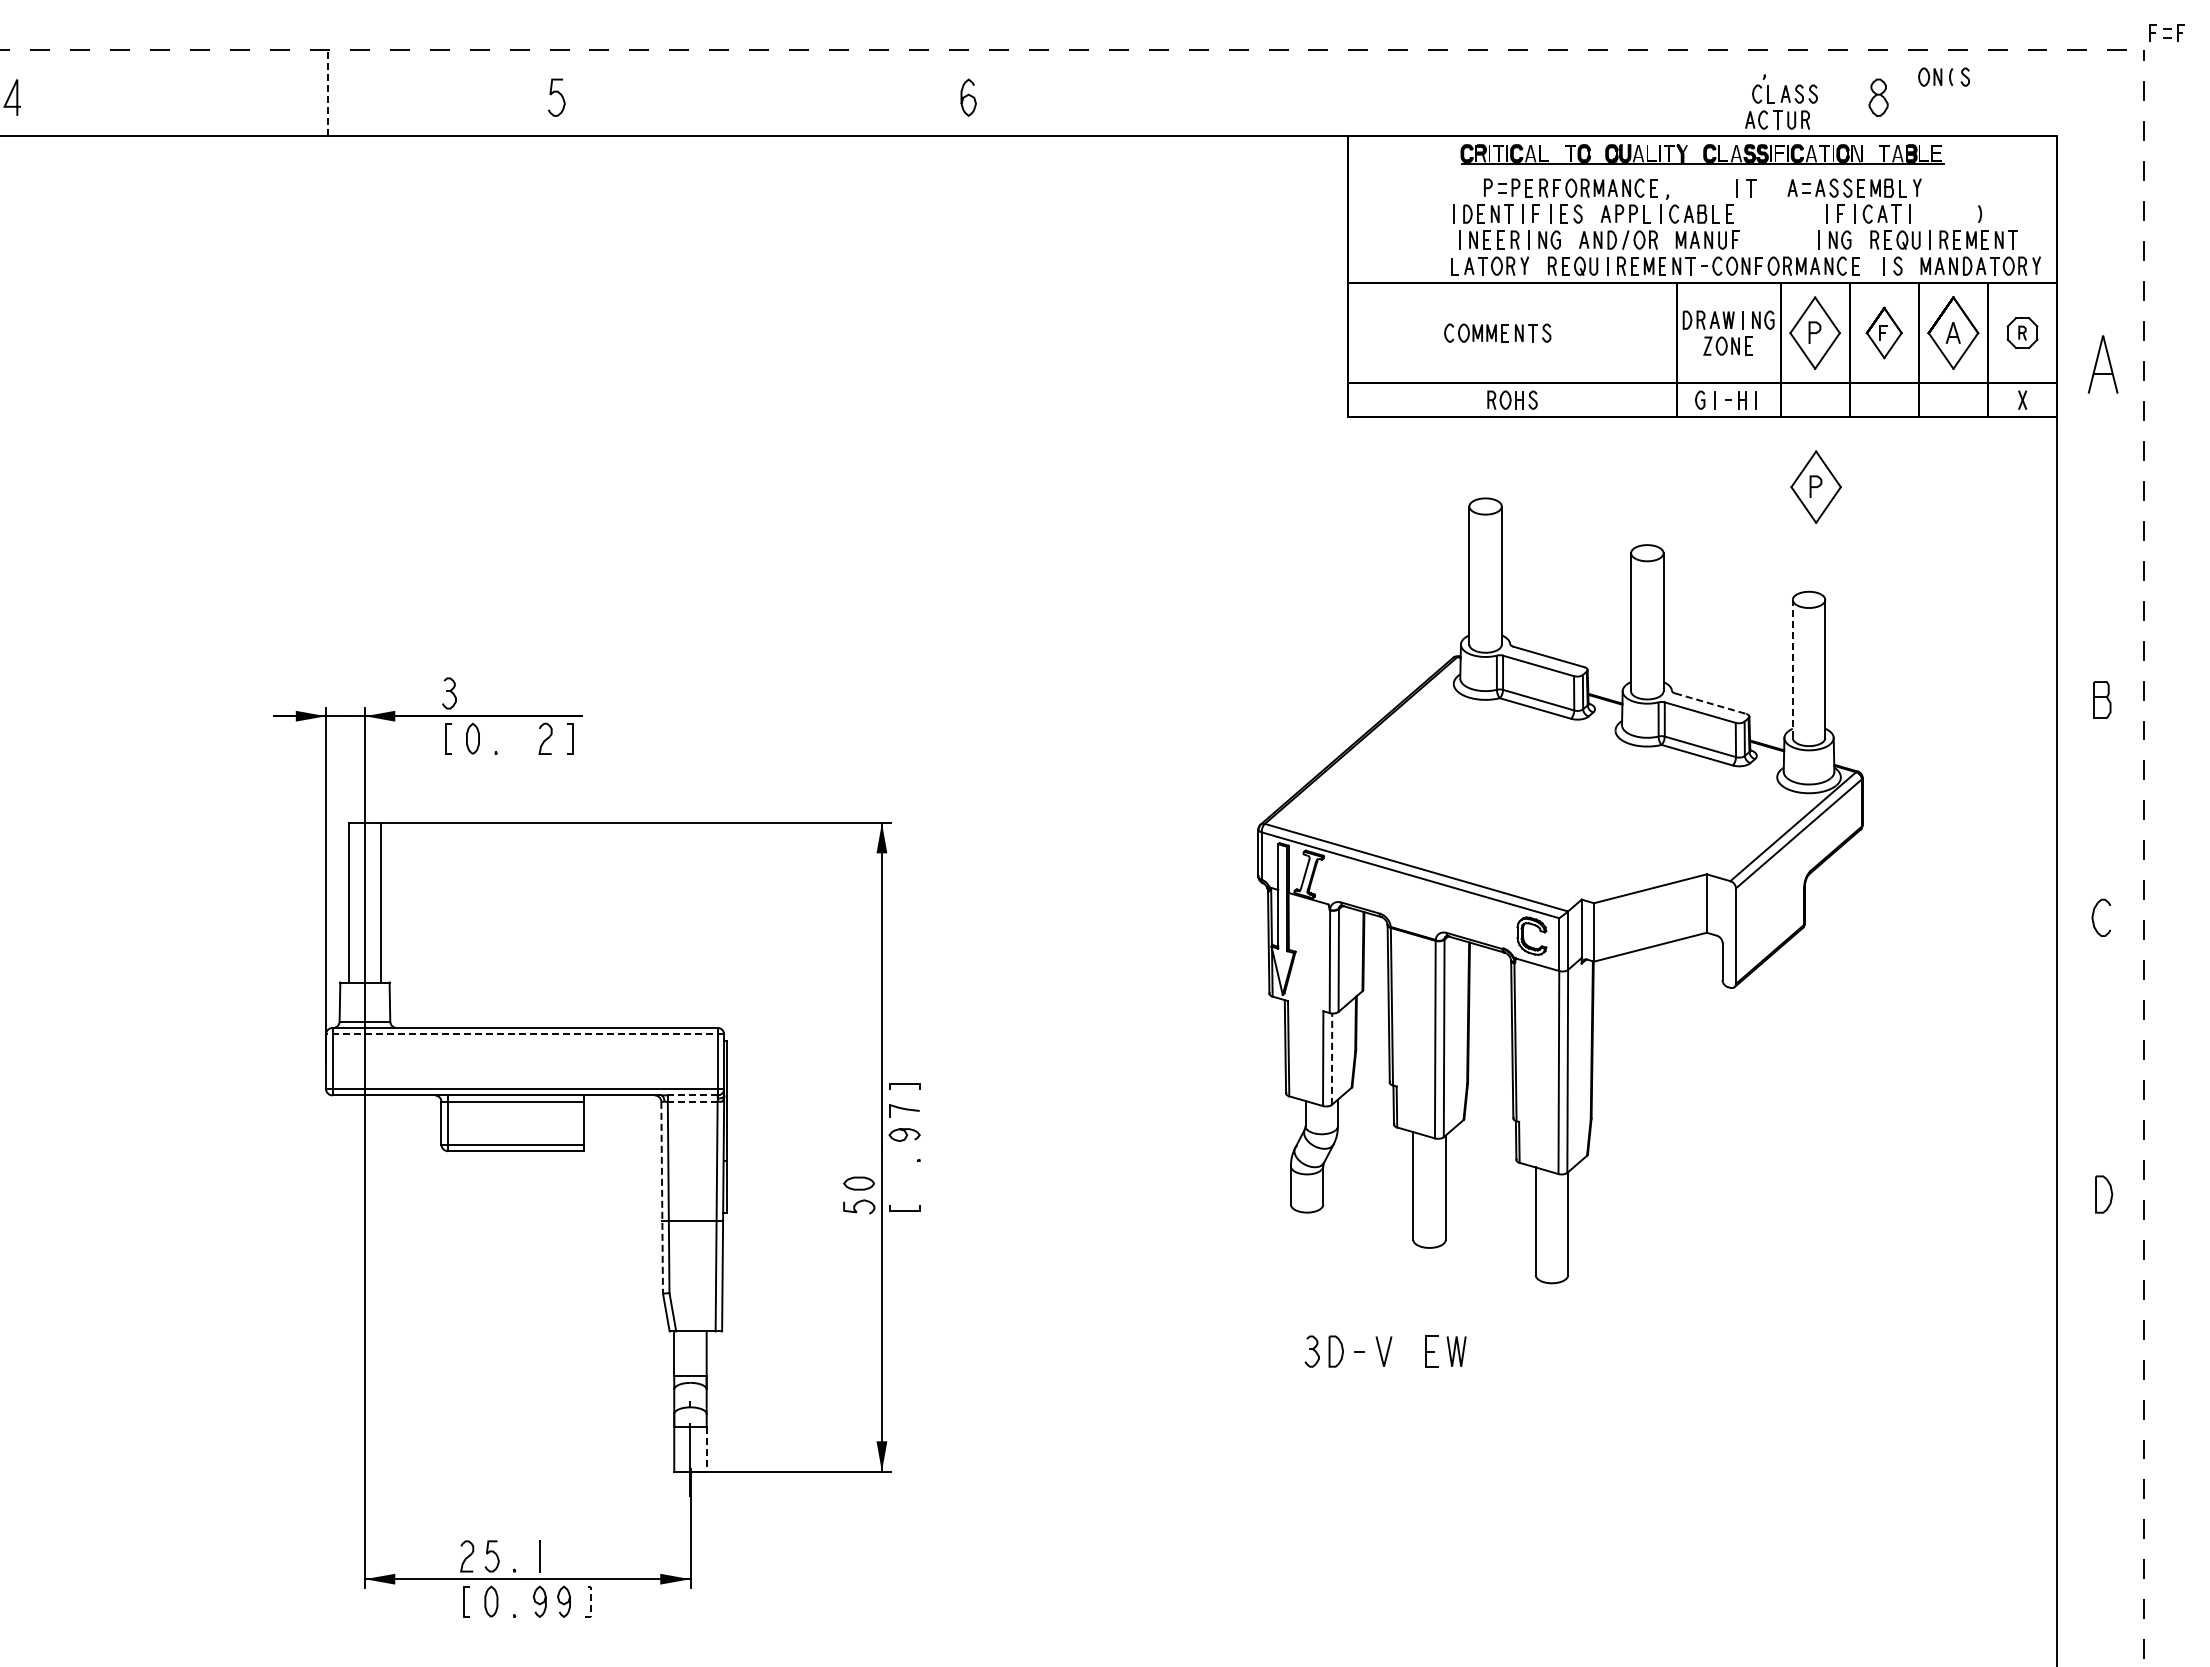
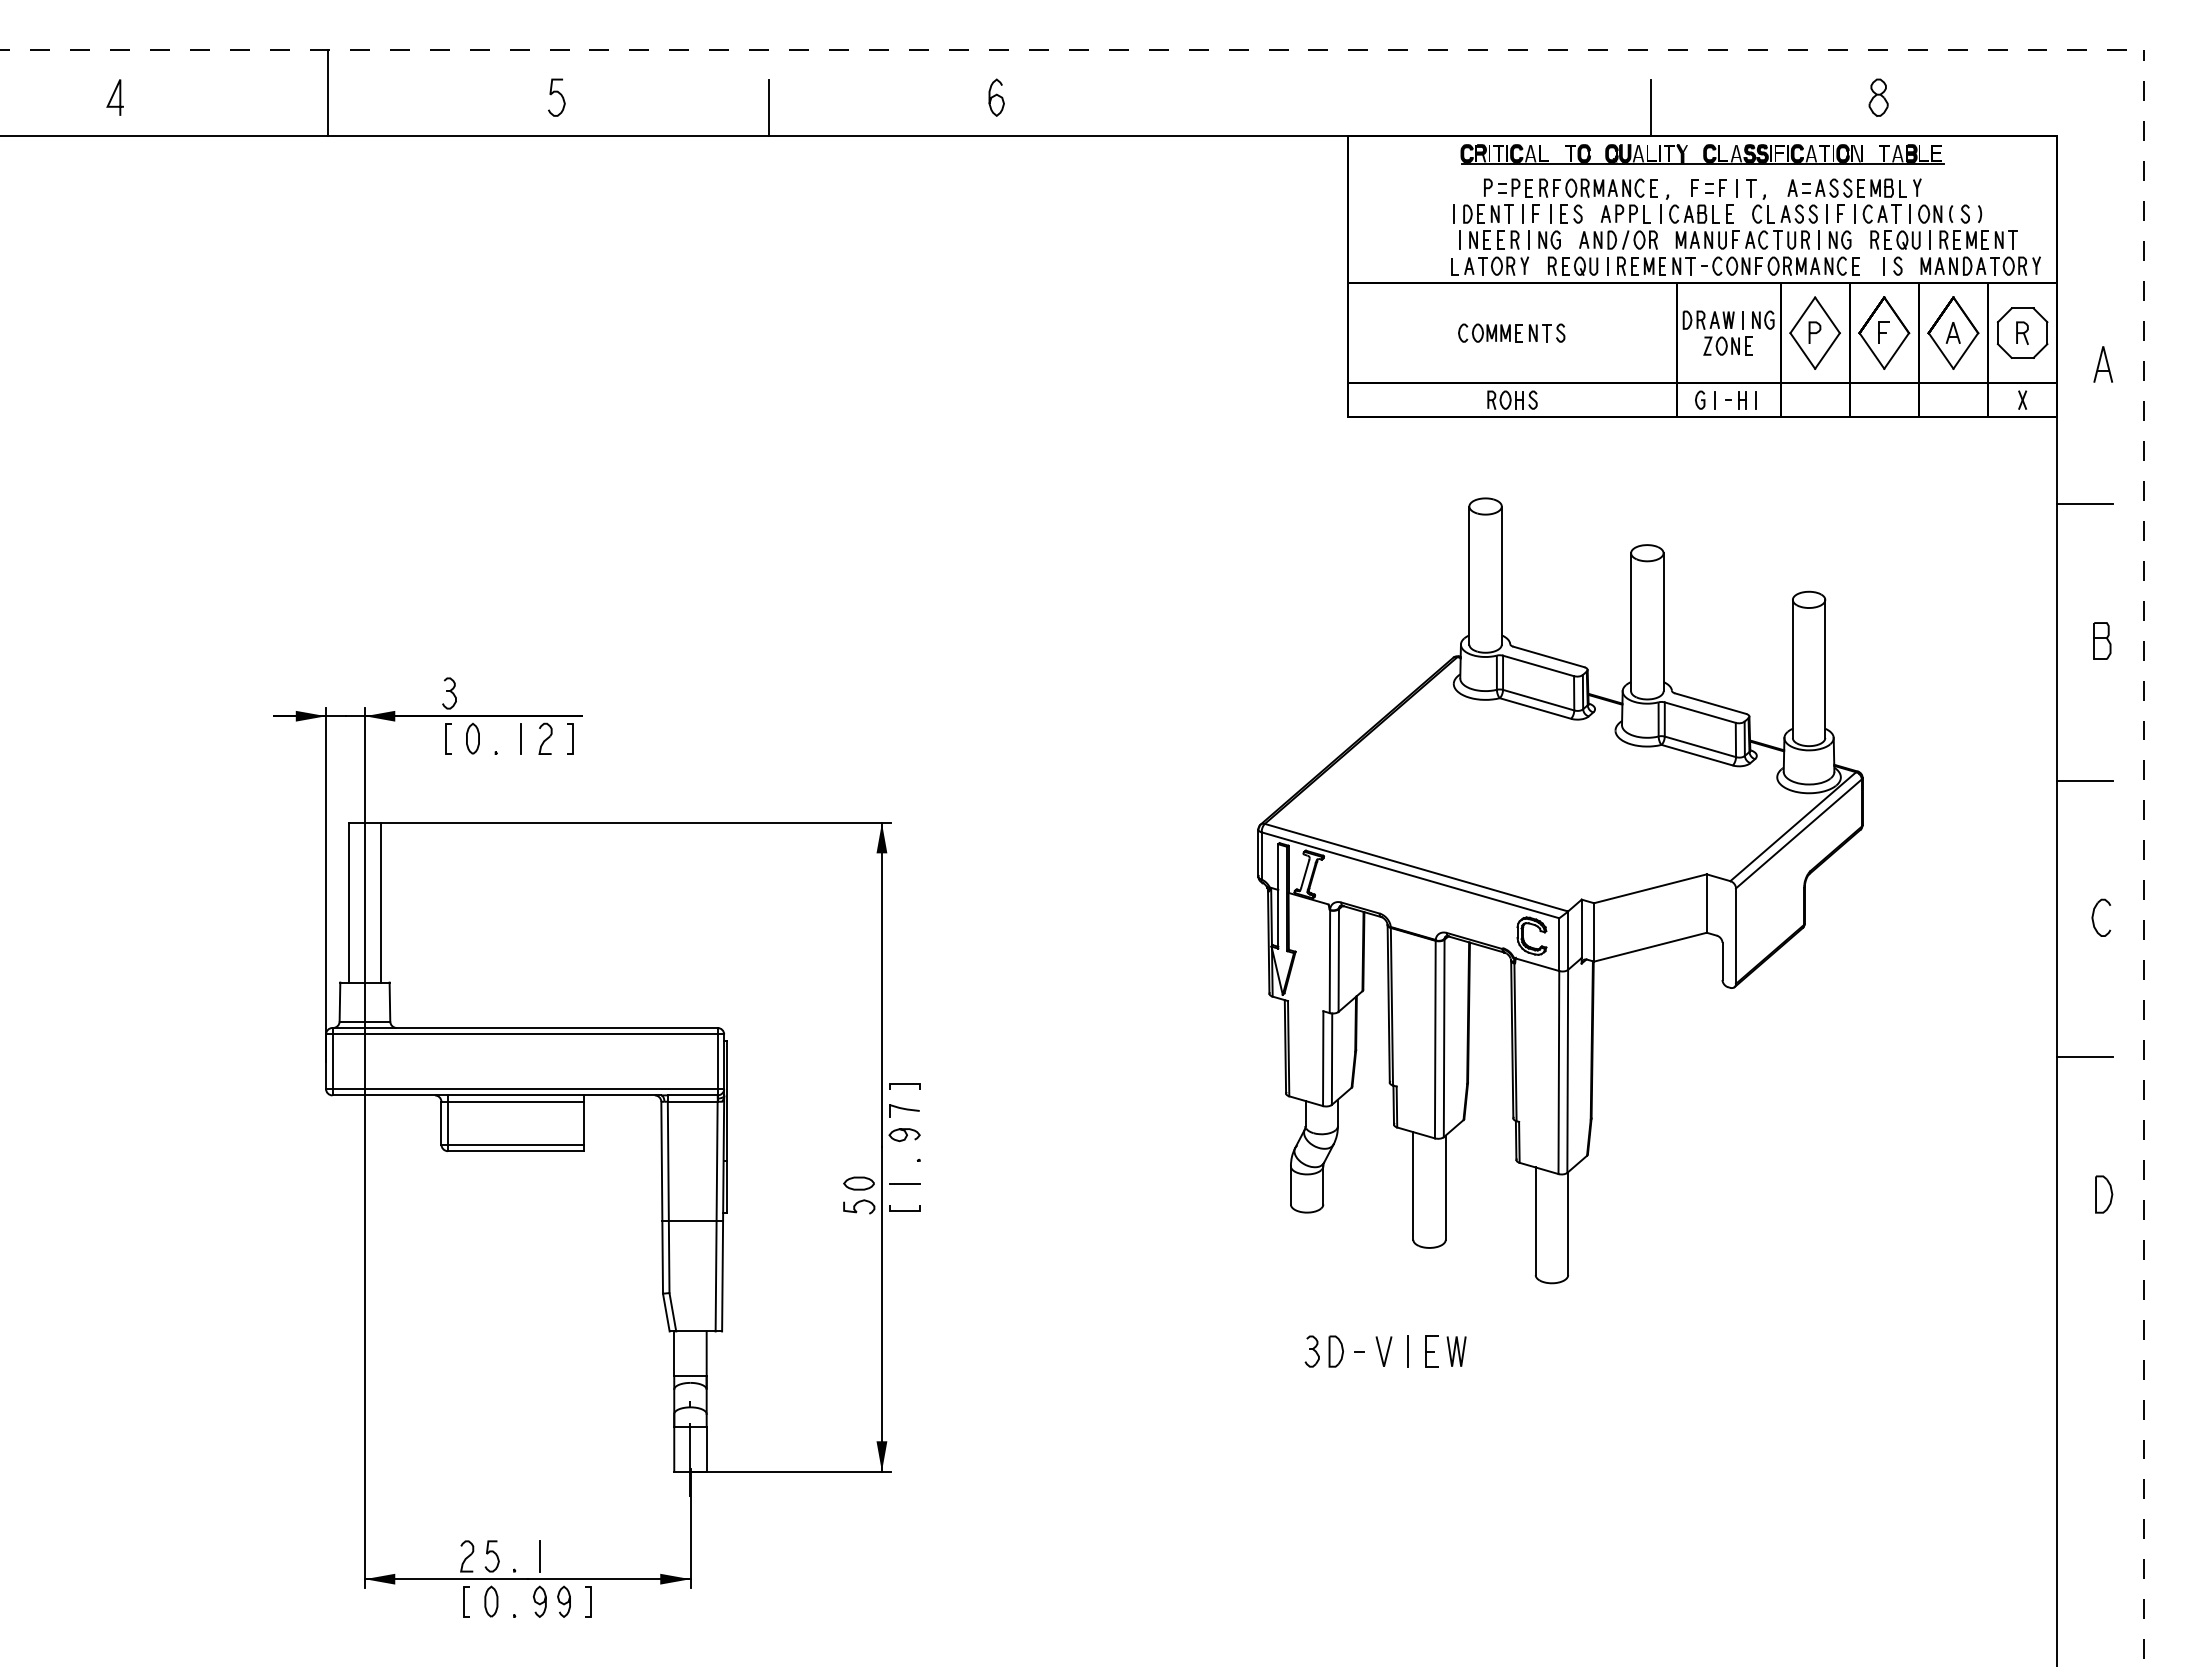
part at (2166, 32) position: (2166, 32) -> (1708, 187)
part at (1943, 76) position: (1943, 76) -> (1943, 213)
line at (328, 92): dashed -> solid
line at (10, 96) position: (10, 96) -> (113, 96)
curve at (967, 96) position: (967, 96) -> (995, 96)
part at (1781, 101) position: (1781, 101) -> (1781, 221)
line at (768, 108): none -> present
line at (1650, 108): none -> present
part at (1497, 332) position: (1497, 332) -> (1511, 332)
part at (1883, 332) size: 38x54 px -> 53x74 px
part at (2022, 332) size: 33x32 px -> 53x52 px
part at (2103, 364) size: 31x59 px -> 21x37 px
part at (1815, 486): present -> none
line at (2085, 503): none -> present
line at (1792, 668): dashed -> solid
part at (2102, 699) position: (2102, 699) -> (2102, 640)
line at (1710, 703): dashed -> solid
line at (521, 738): none -> present
line at (2085, 780): none -> present
line at (524, 1034): dashed -> solid
line at (2085, 1057): none -> present
line at (1332, 1059): dashed -> solid
line at (692, 1095): dashed -> solid
line at (692, 1101): dashed -> solid
line at (904, 1183): none -> present
line at (662, 1197): dashed -> solid
line at (1408, 1351): none -> present
line at (706, 1449): dashed -> solid
line at (591, 1601): dashed -> solid
